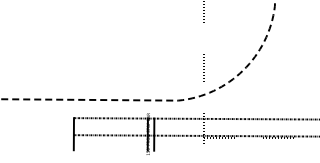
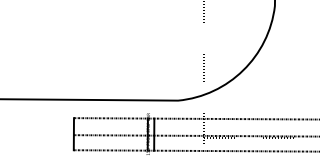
line at (178, 100): dashed -> solid
line at (194, 150): none -> present
